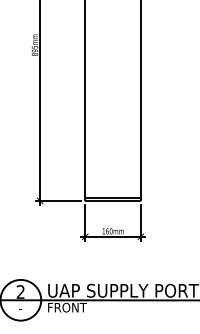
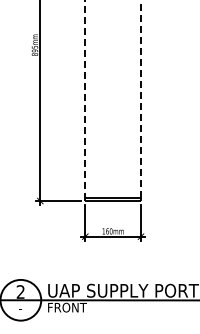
line at (141, 98): solid -> dashed
line at (85, 99): solid -> dashed
